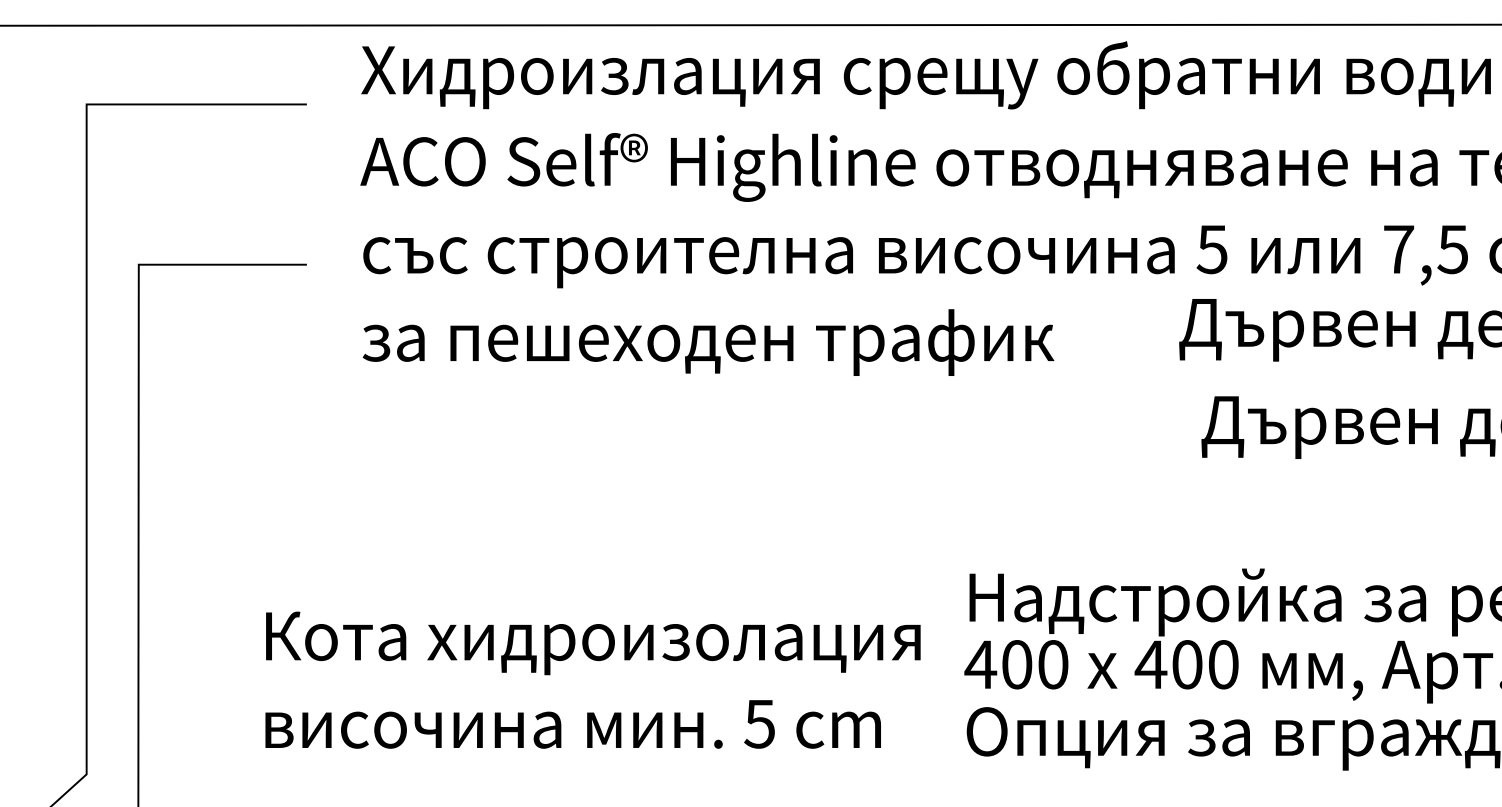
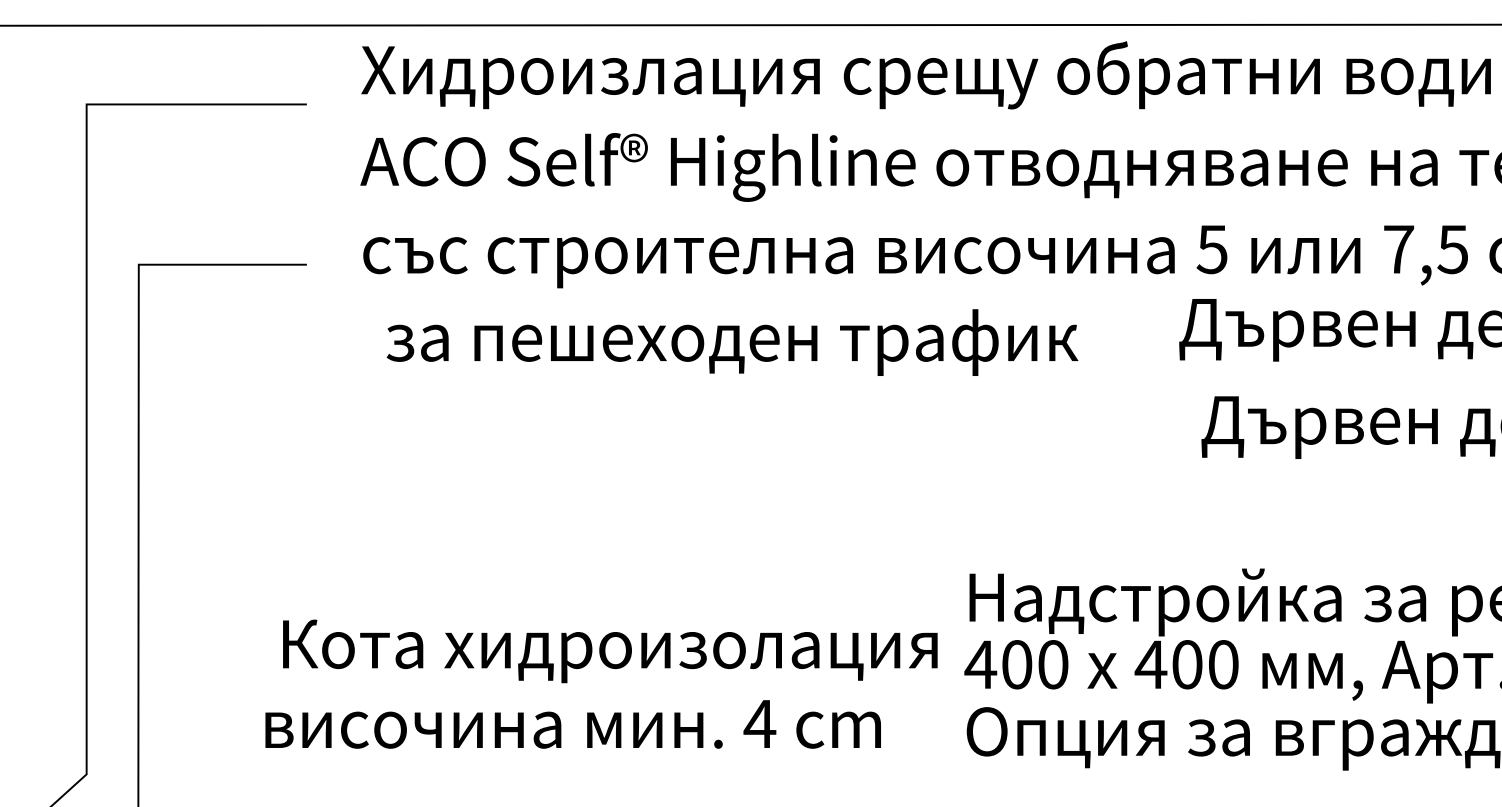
text at (708, 342) position: (708, 342) -> (732, 342)
text at (593, 643) position: (593, 643) -> (610, 651)
text at (759, 724): 5 -> 4
